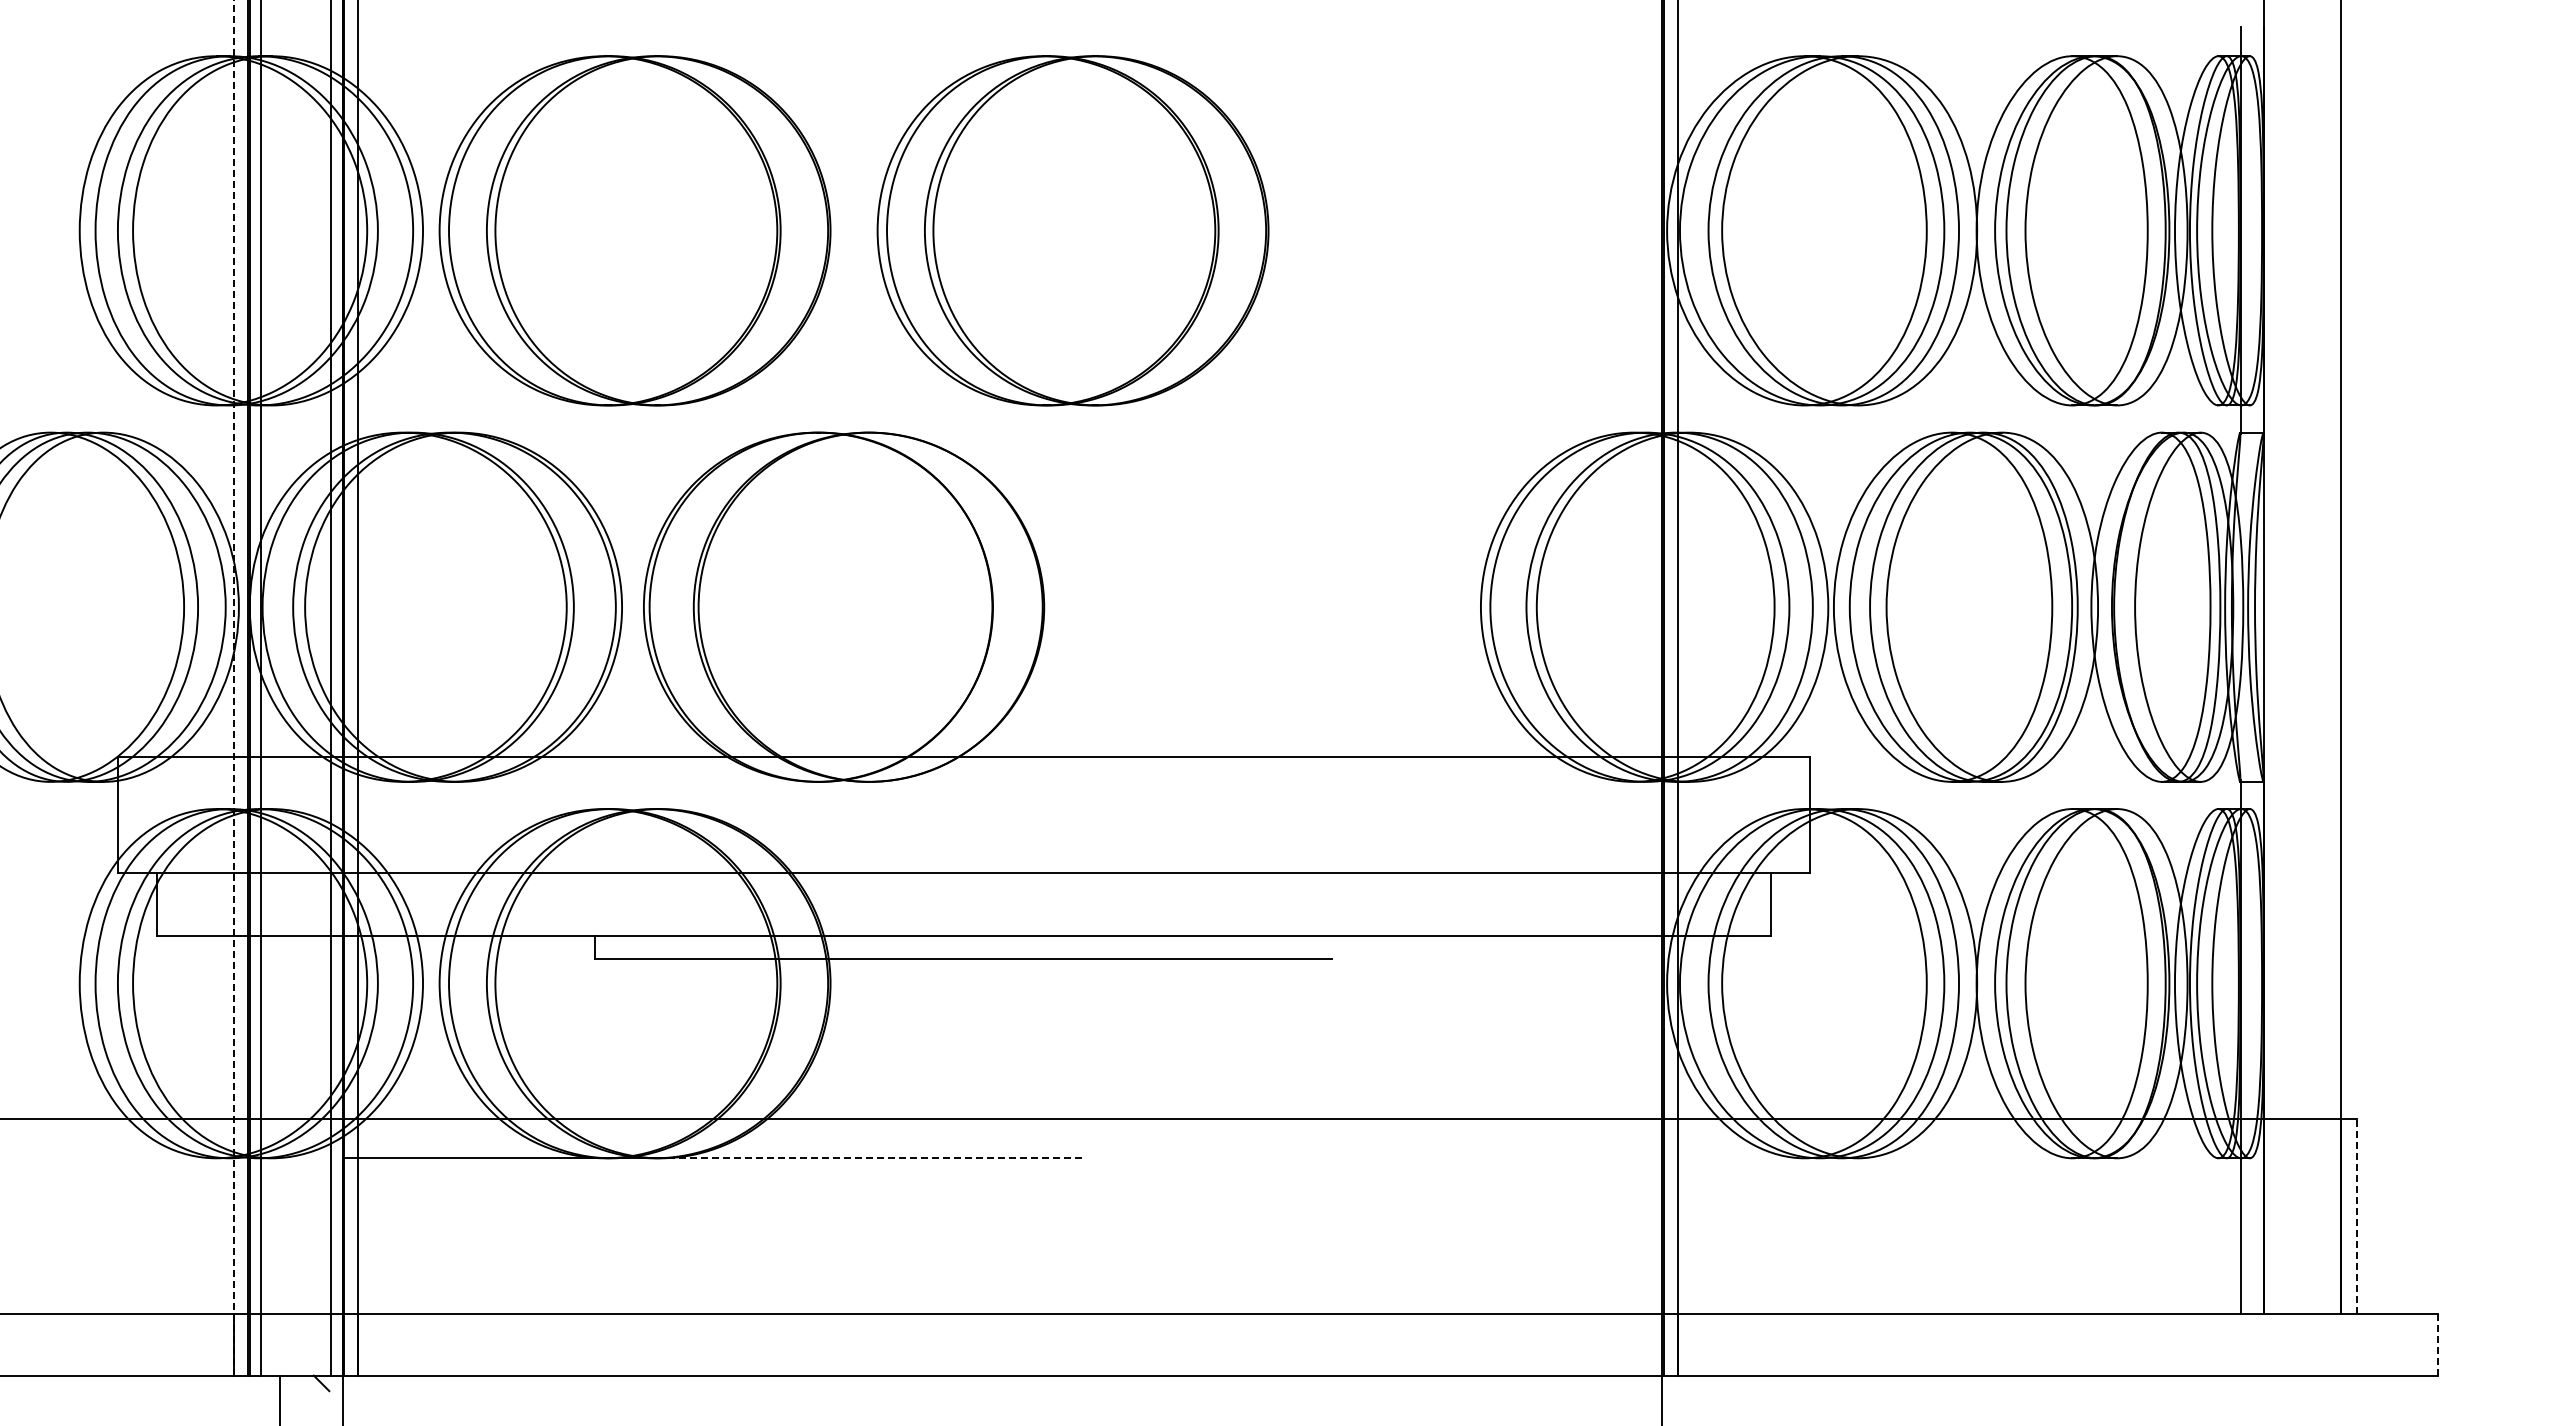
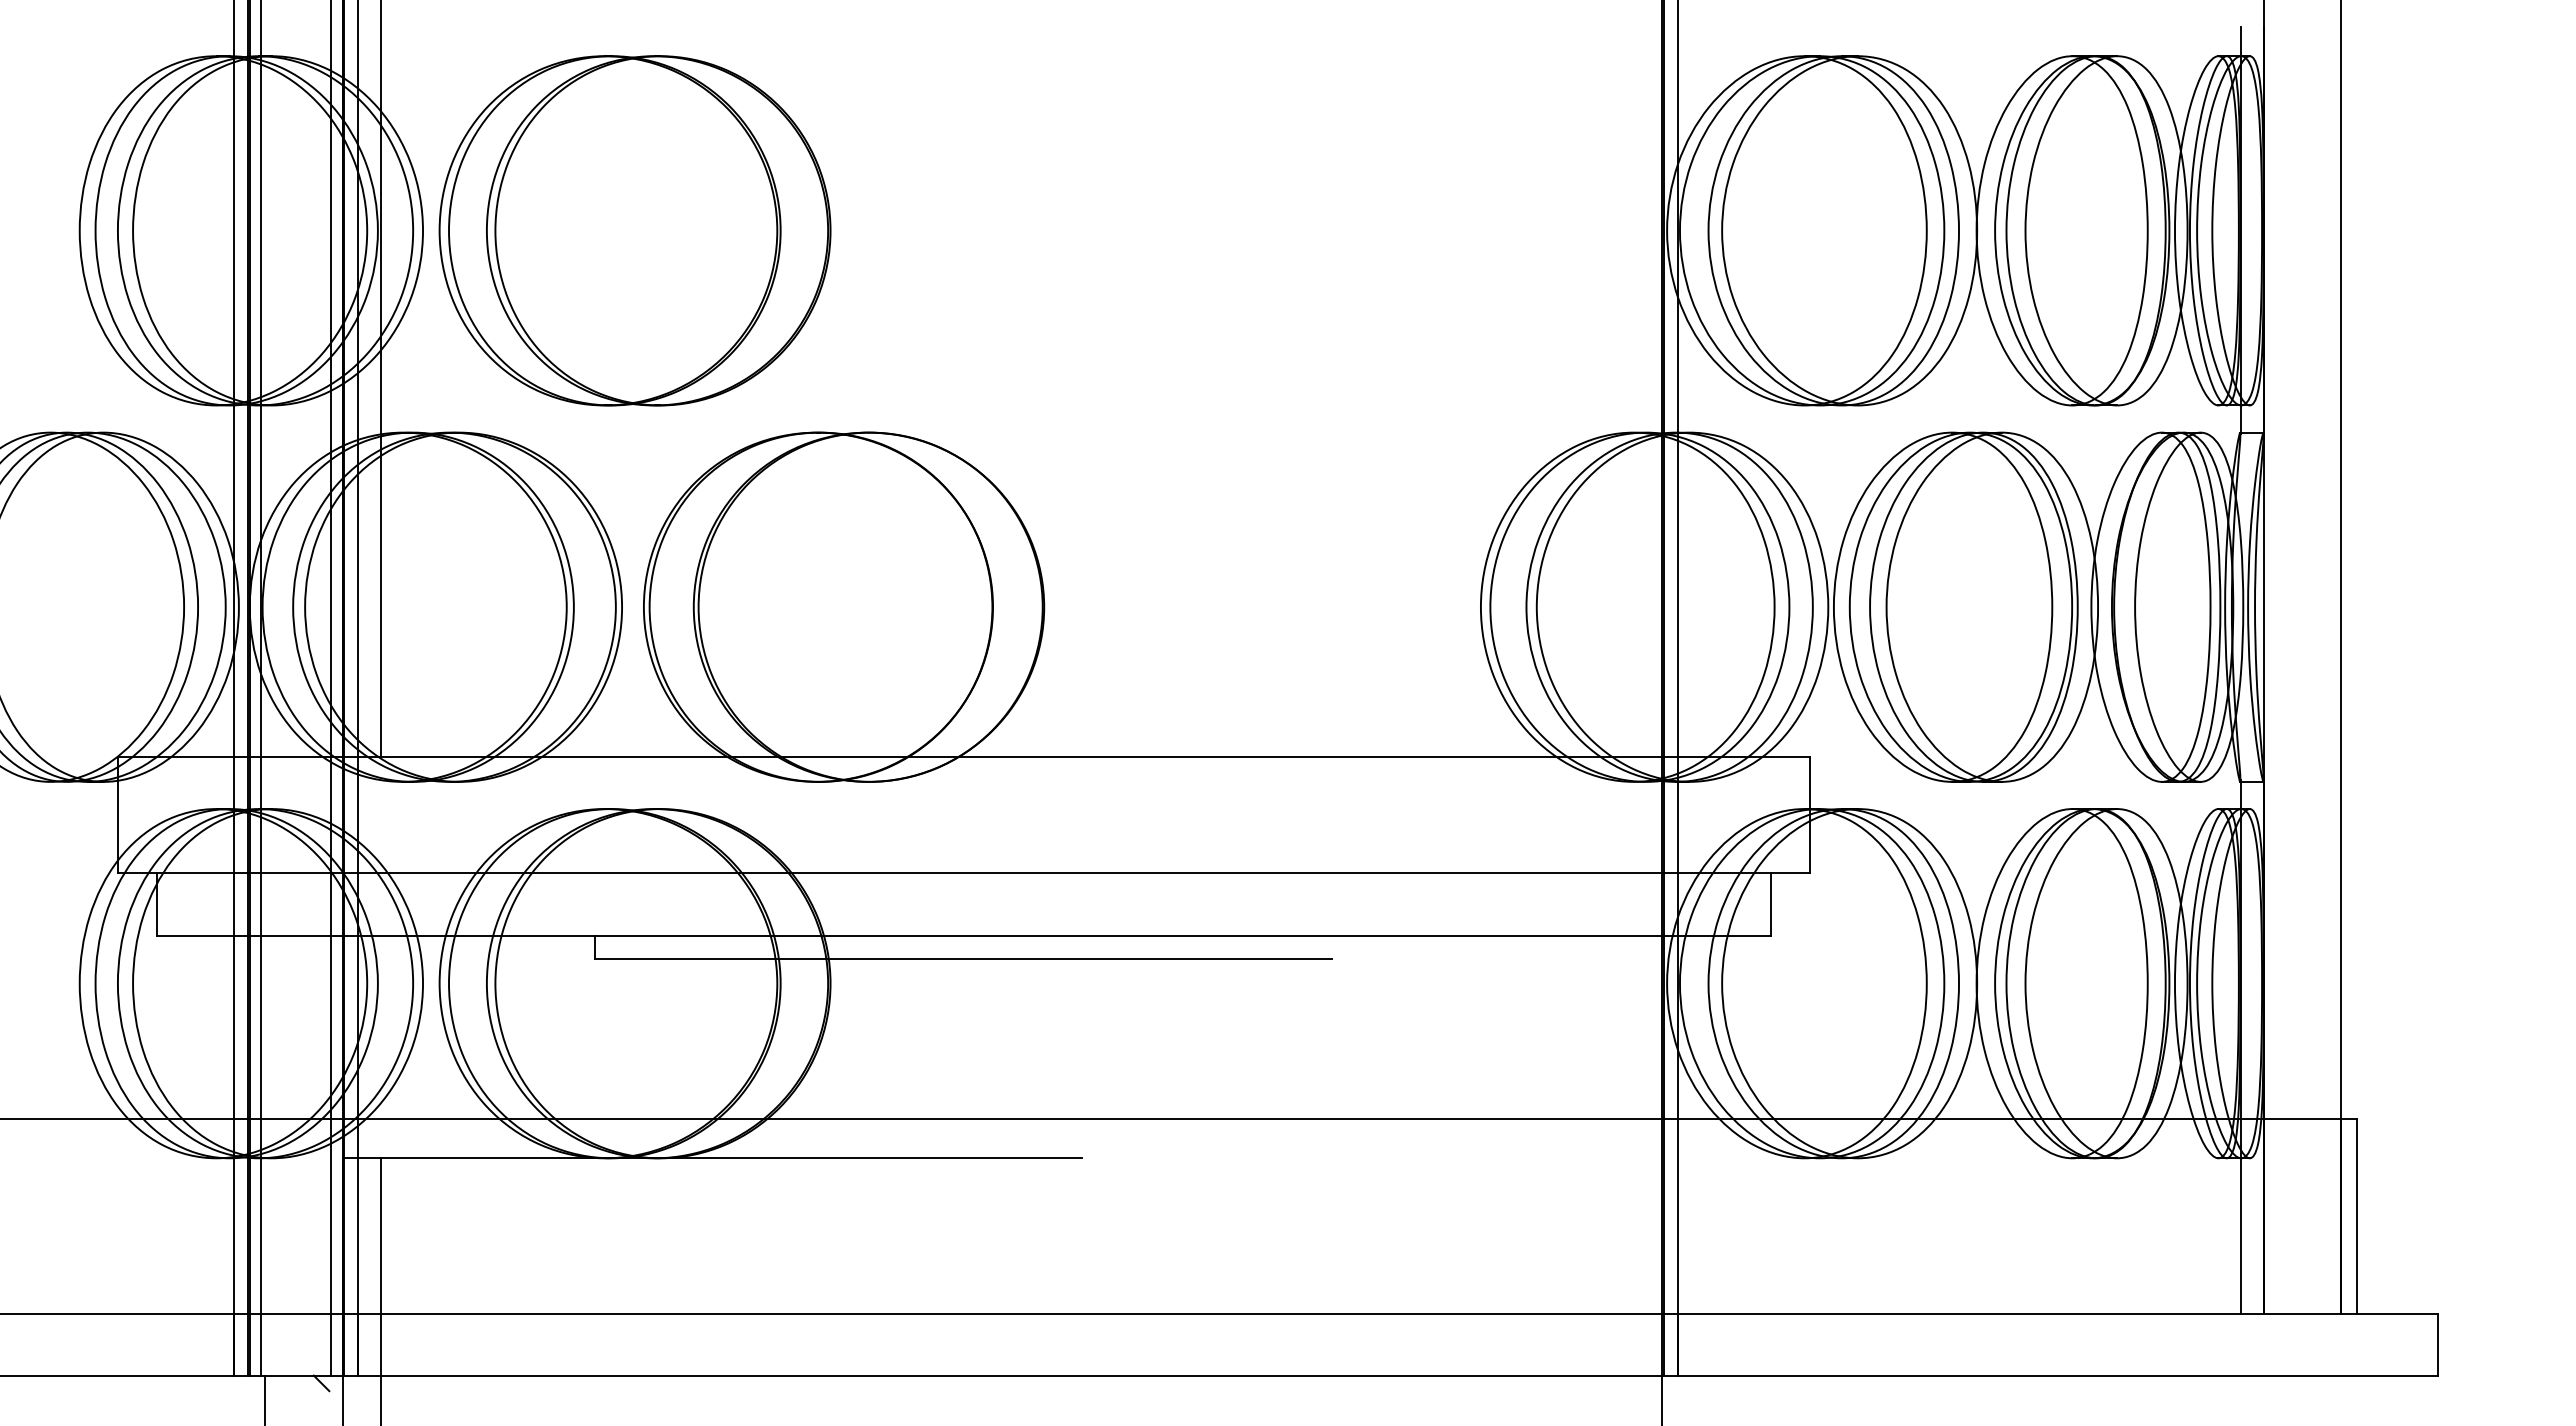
part at (1072, 230): present -> none
line at (380, 379): none -> present
line at (234, 687): dashed -> solid
line at (871, 1158): dashed -> solid
line at (2356, 1216): dashed -> solid
line at (380, 1290): none -> present
line at (2438, 1344): dashed -> solid
line at (280, 1398) position: (280, 1398) -> (265, 1398)
